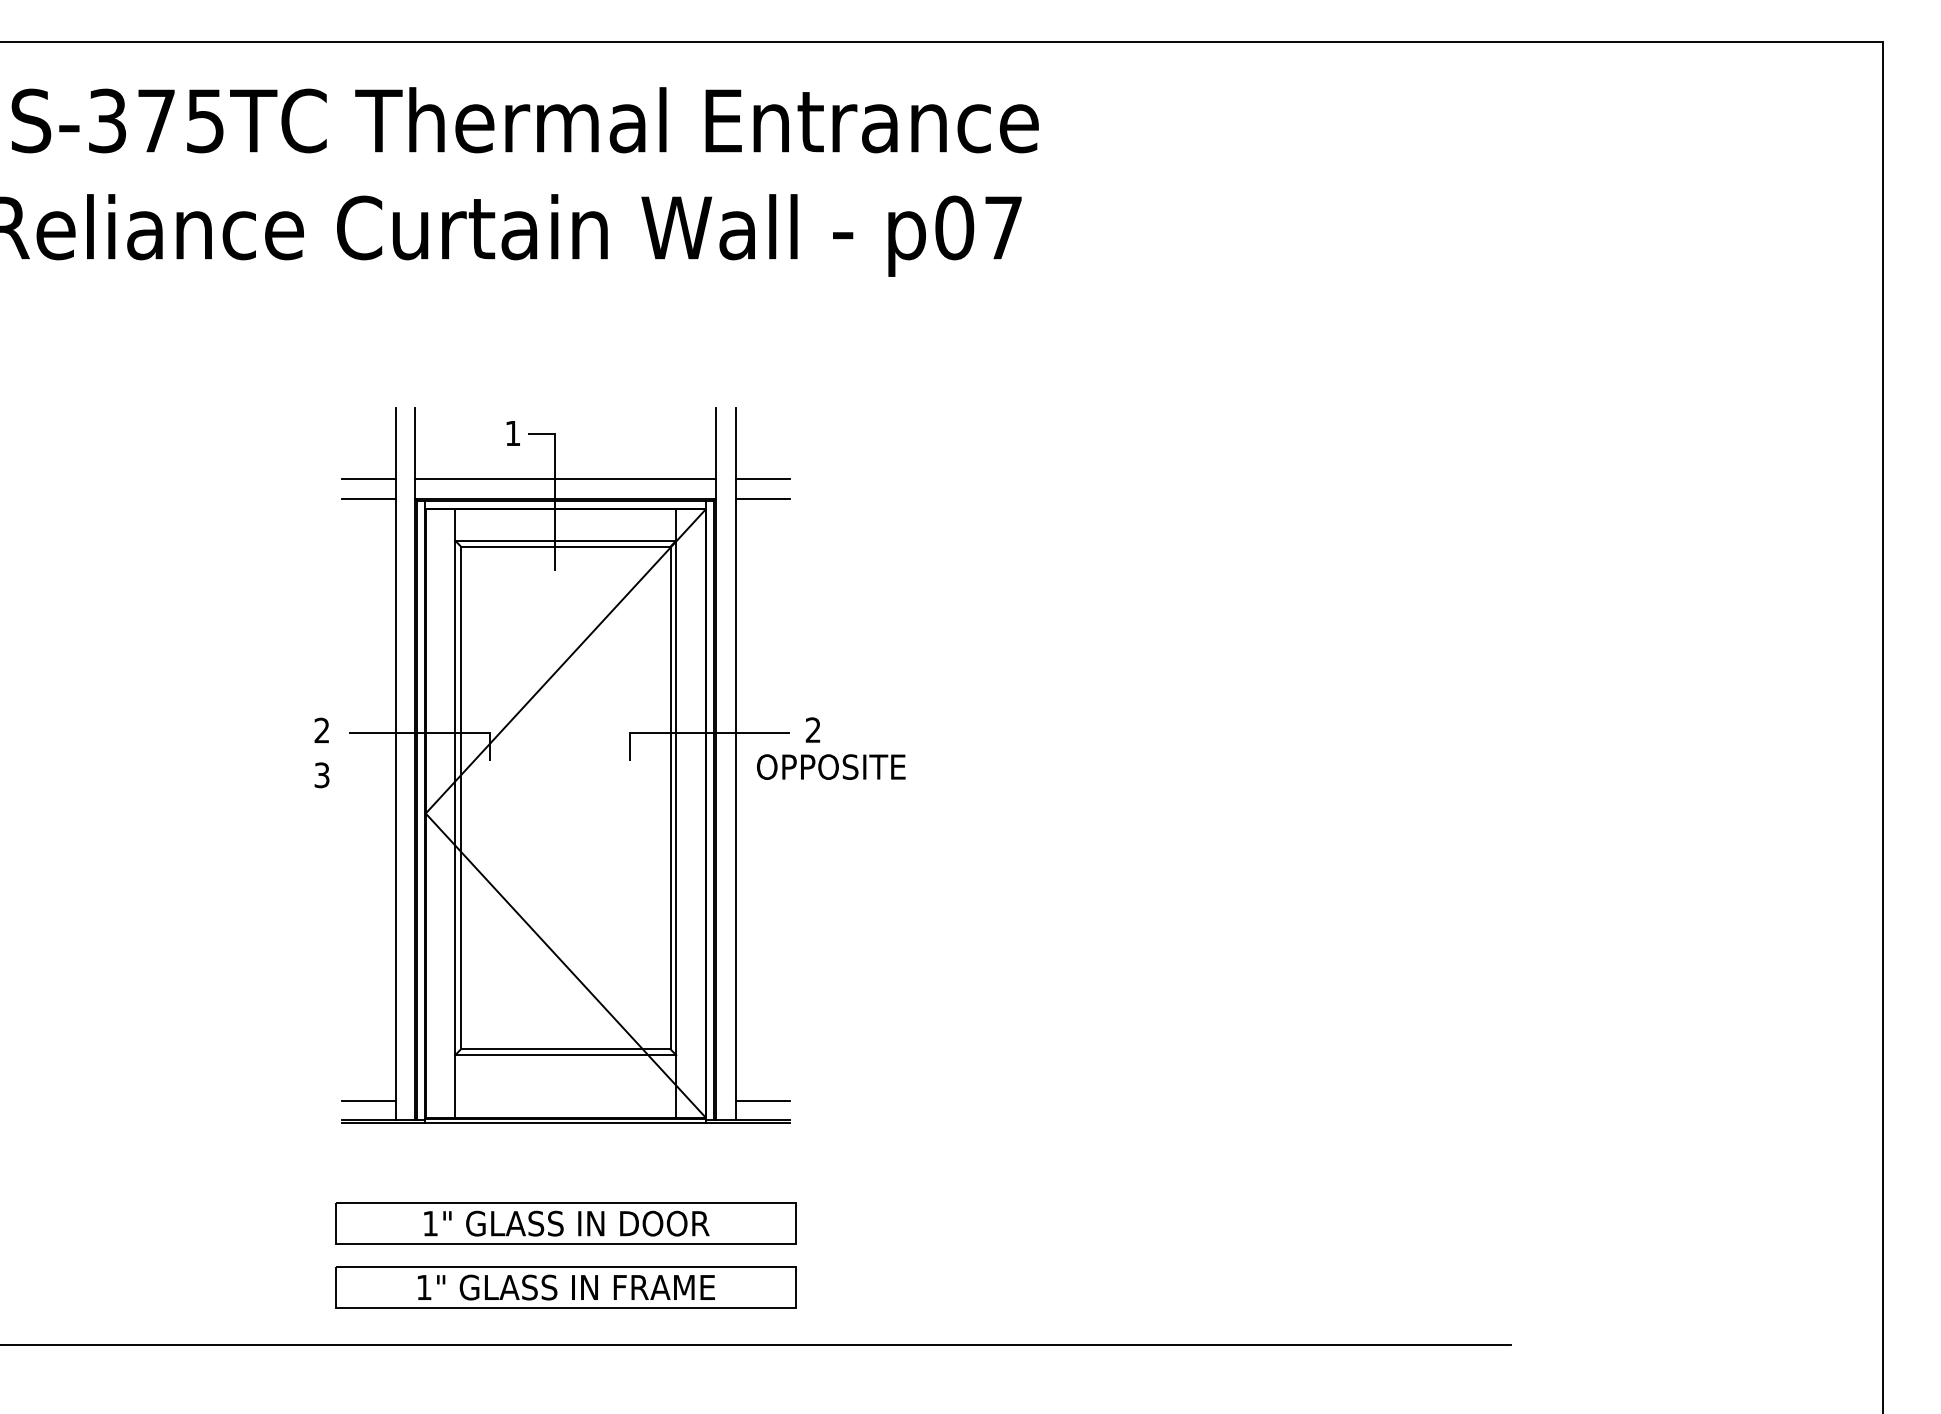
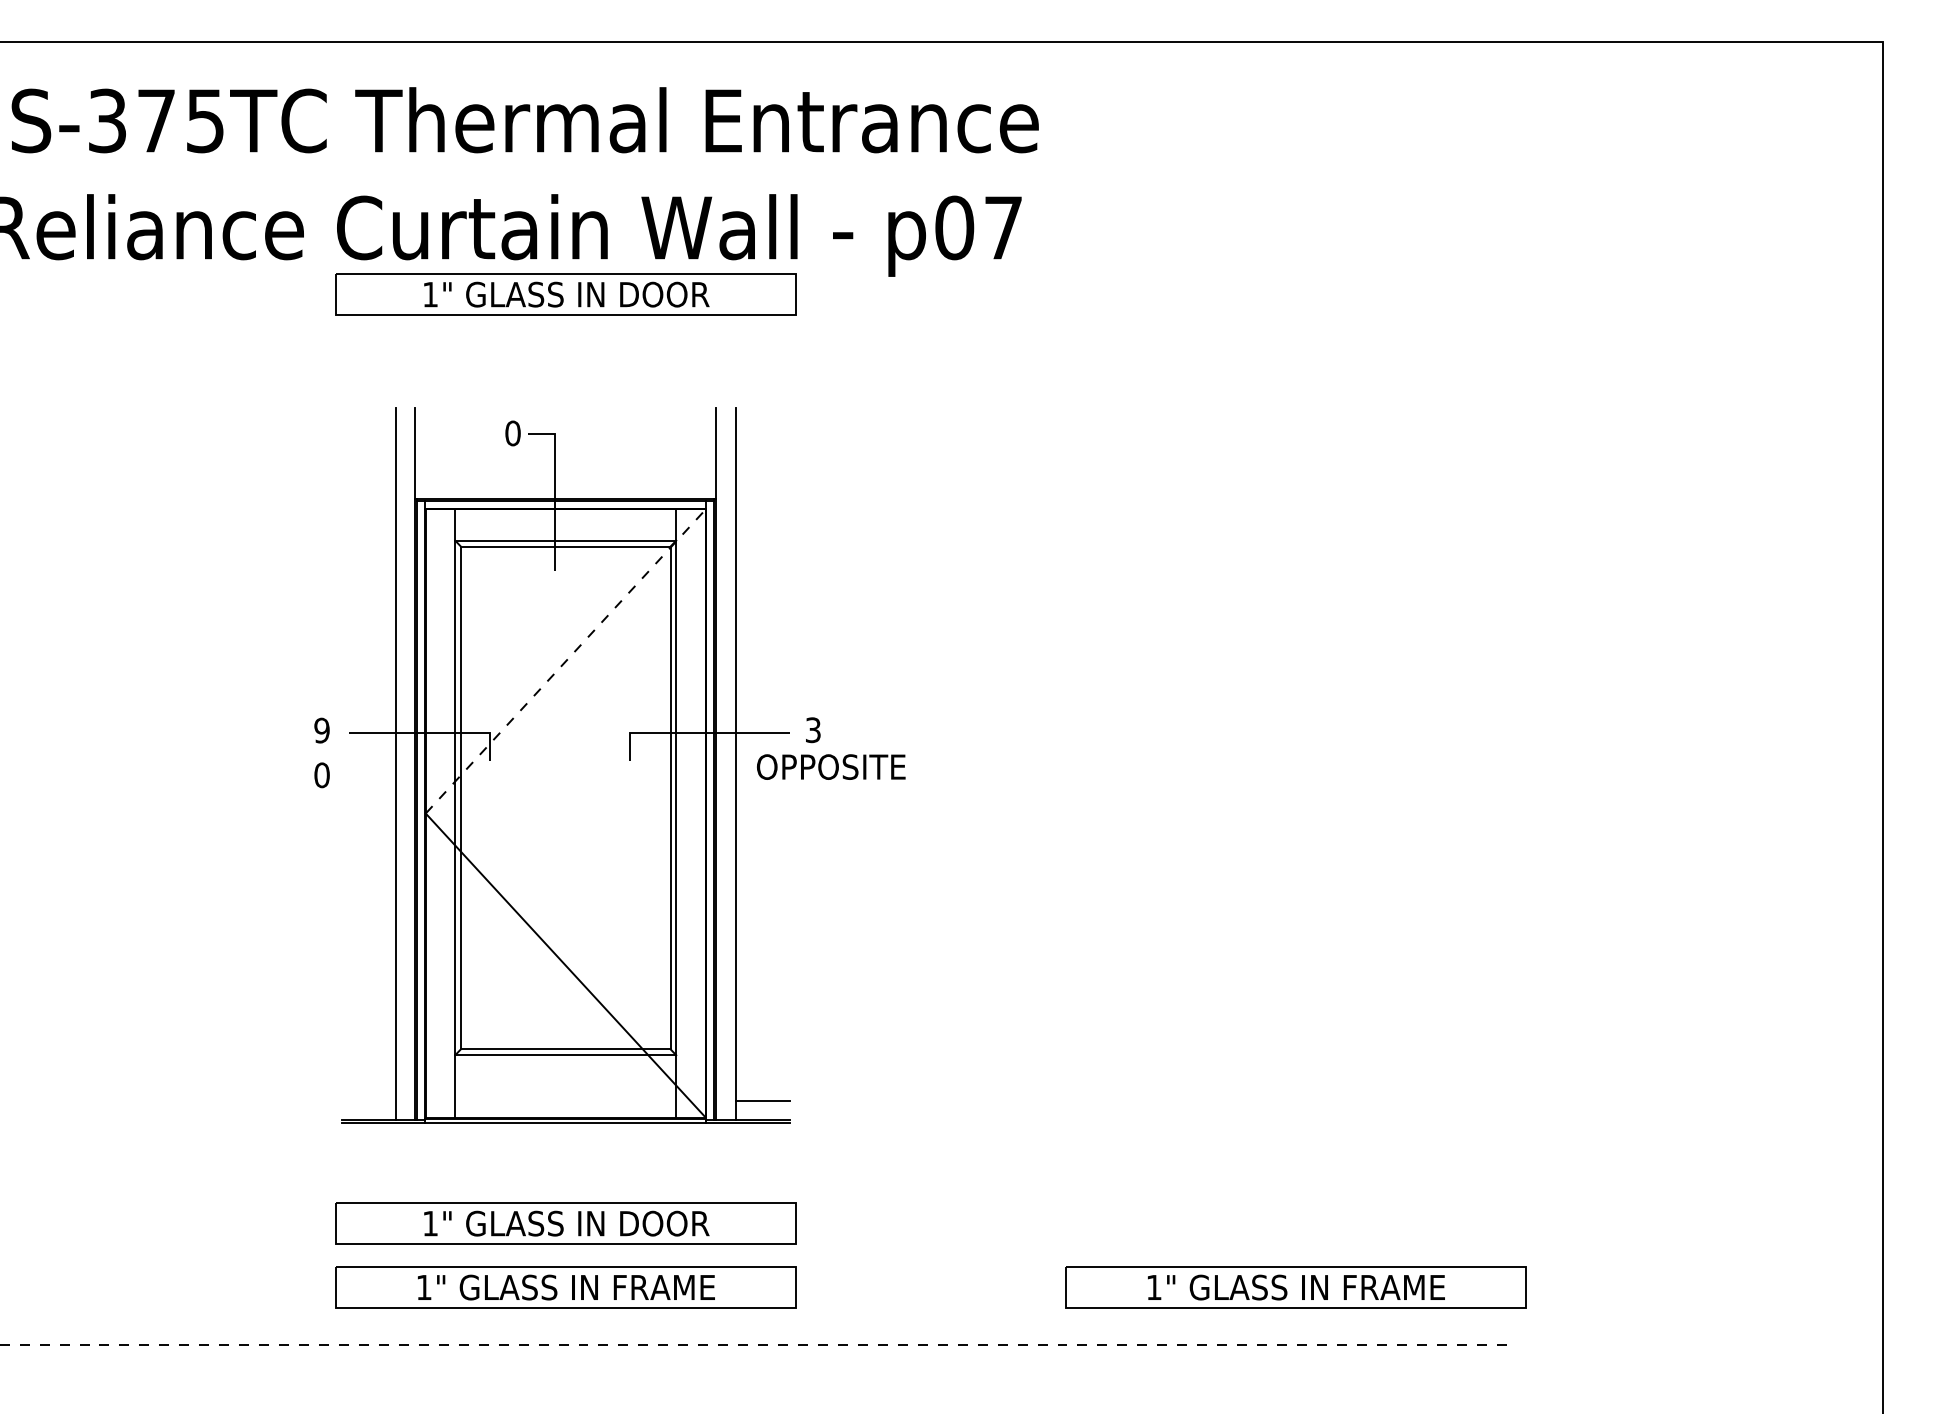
part at (565, 294): none -> present
text at (512, 433): 1 -> 0
line at (368, 479): present -> none
line at (565, 479): present -> none
line at (762, 479): present -> none
line at (368, 498): present -> none
line at (762, 498): present -> none
line at (565, 661): solid -> dashed
text at (321, 730): 2 -> 9
text at (812, 730): 2 -> 3
text at (321, 775): 3 -> 0
line at (368, 1100): present -> none
part at (1295, 1287): none -> present
line at (756, 1345): solid -> dashed
